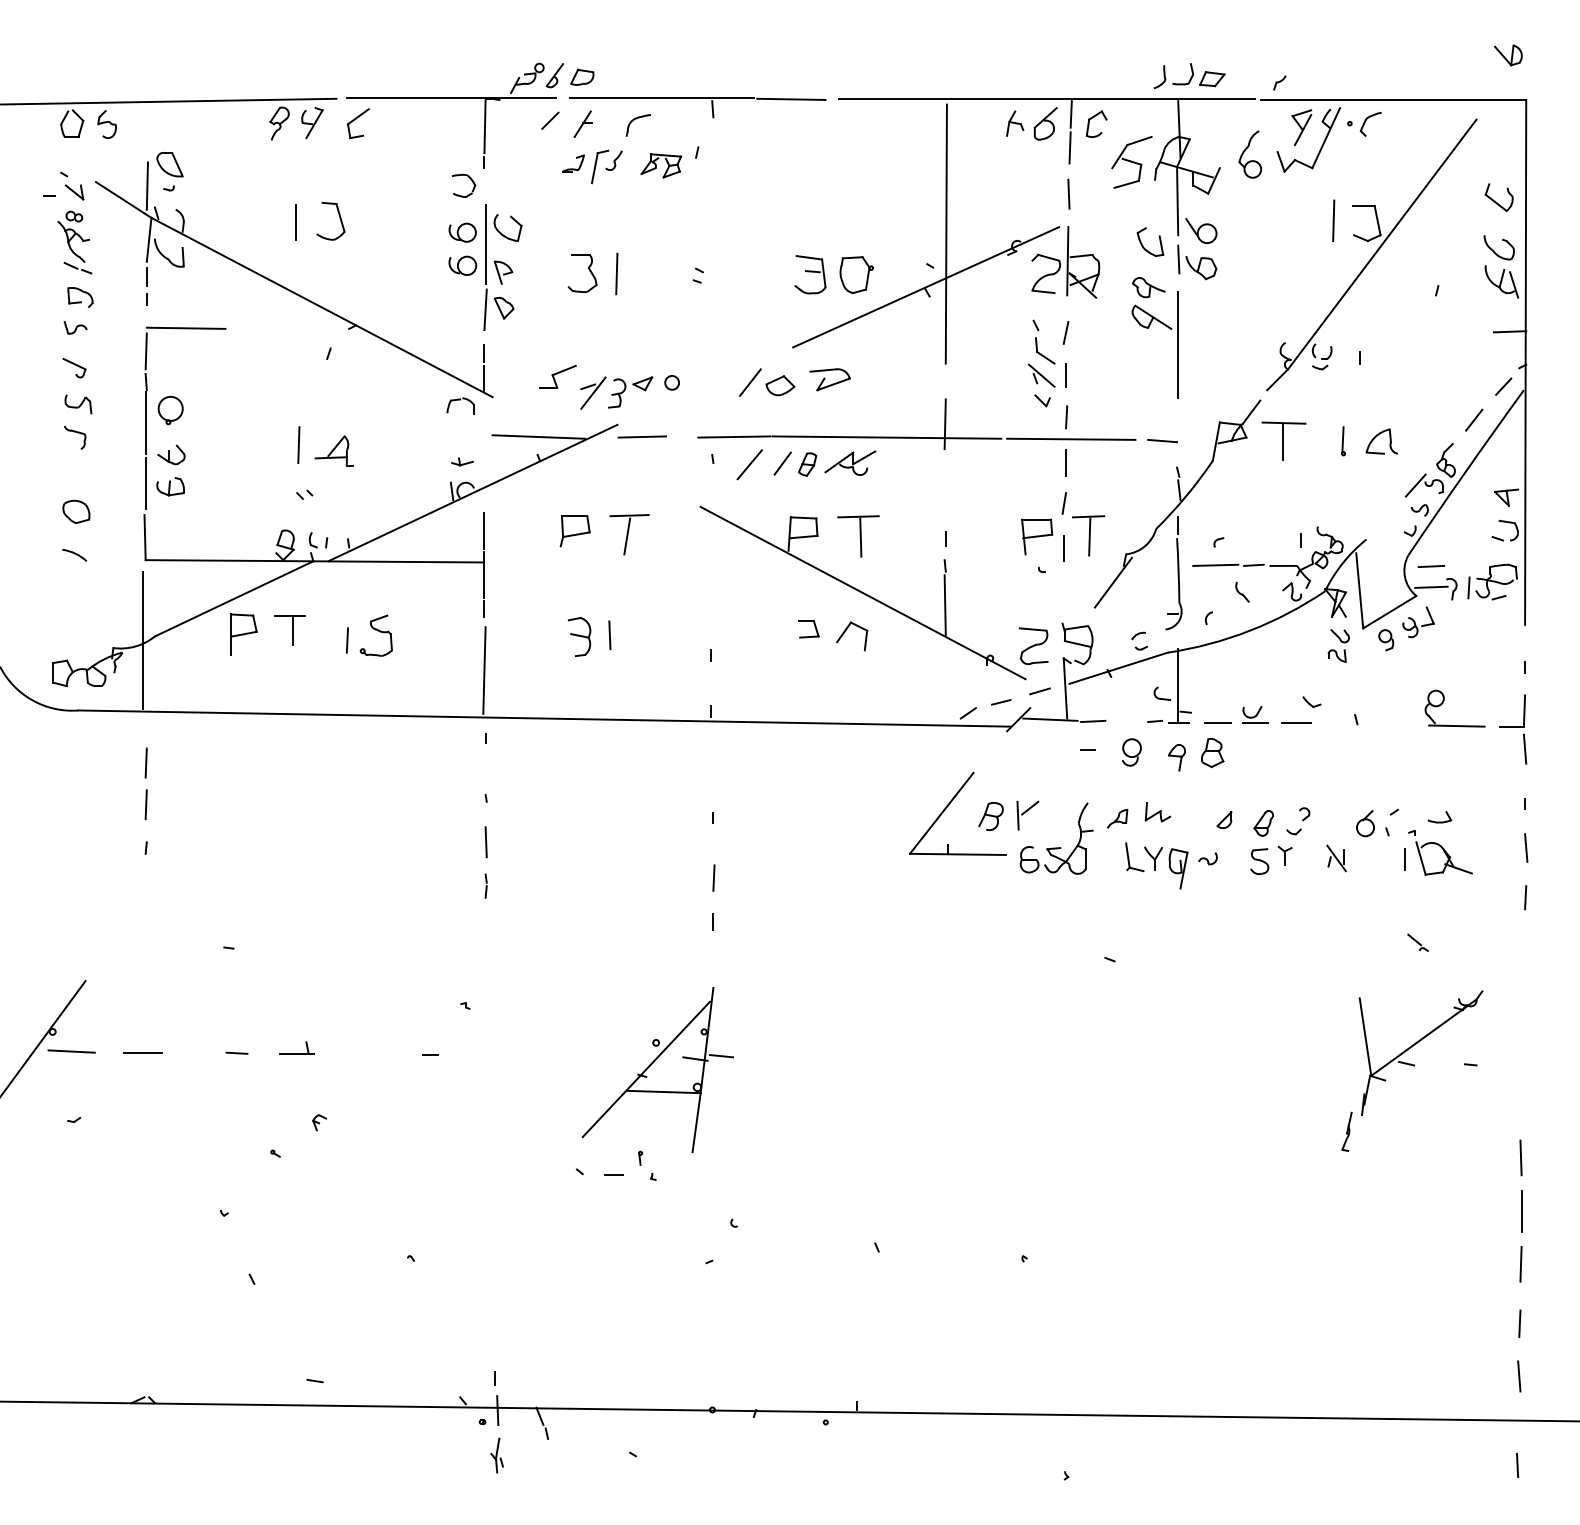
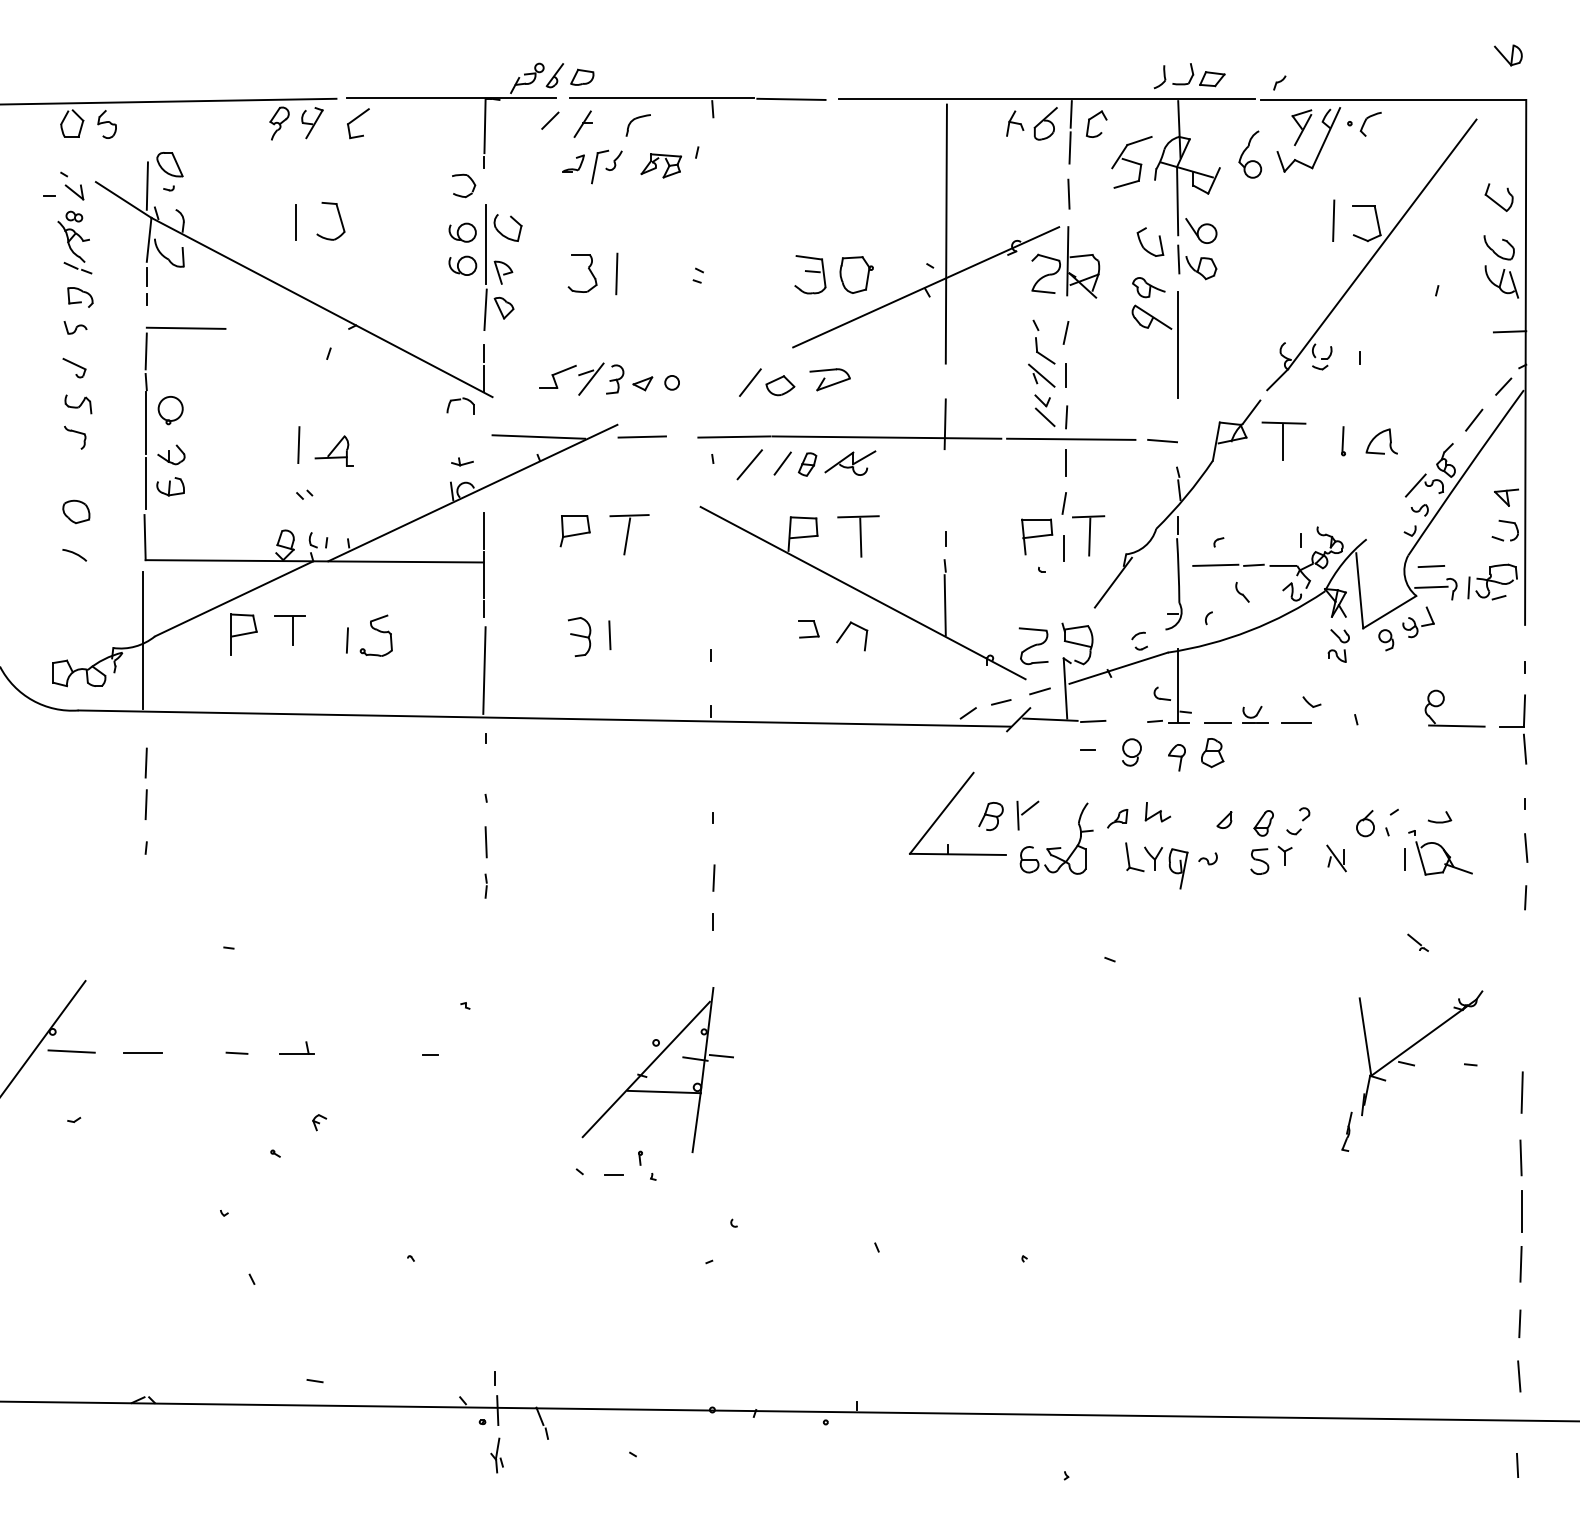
part at (599, 387) position: (599, 387) -> (597, 373)
line at (1044, 417): none -> present
line at (1521, 1092): none -> present
